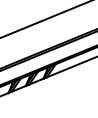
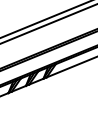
line at (48, 23): none -> present
